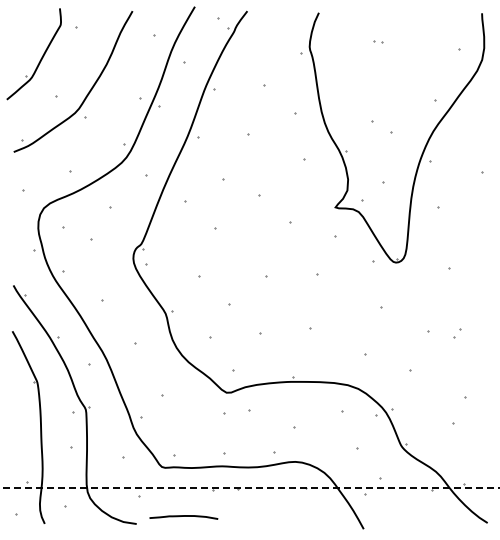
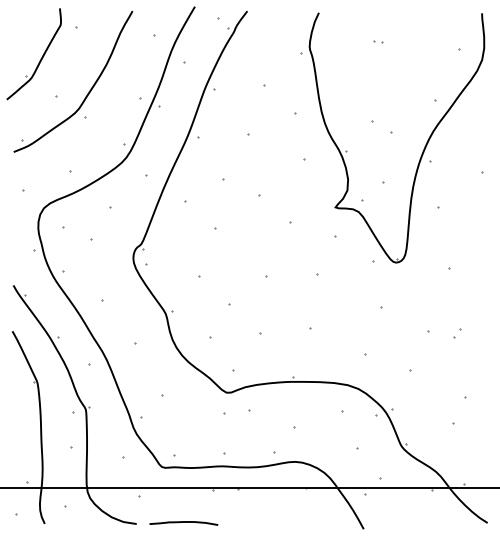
line at (249, 488): dashed -> solid
curve at (183, 516) position: (183, 516) -> (183, 522)
